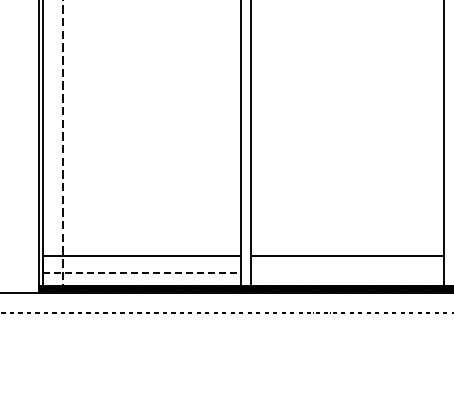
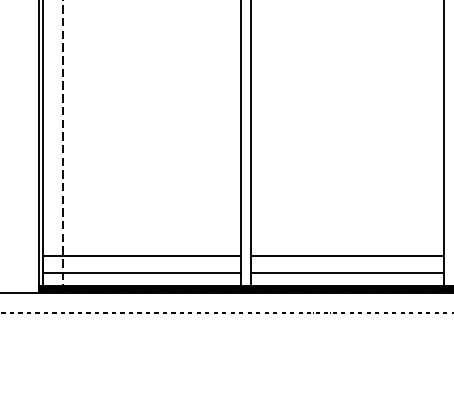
line at (142, 272): dashed -> solid
line at (347, 272): none -> present
